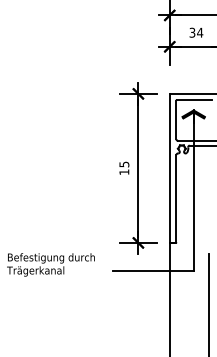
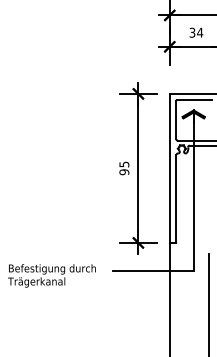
text at (124, 172): 15 -> 95
text at (50, 264) position: (50, 264) -> (51, 275)
